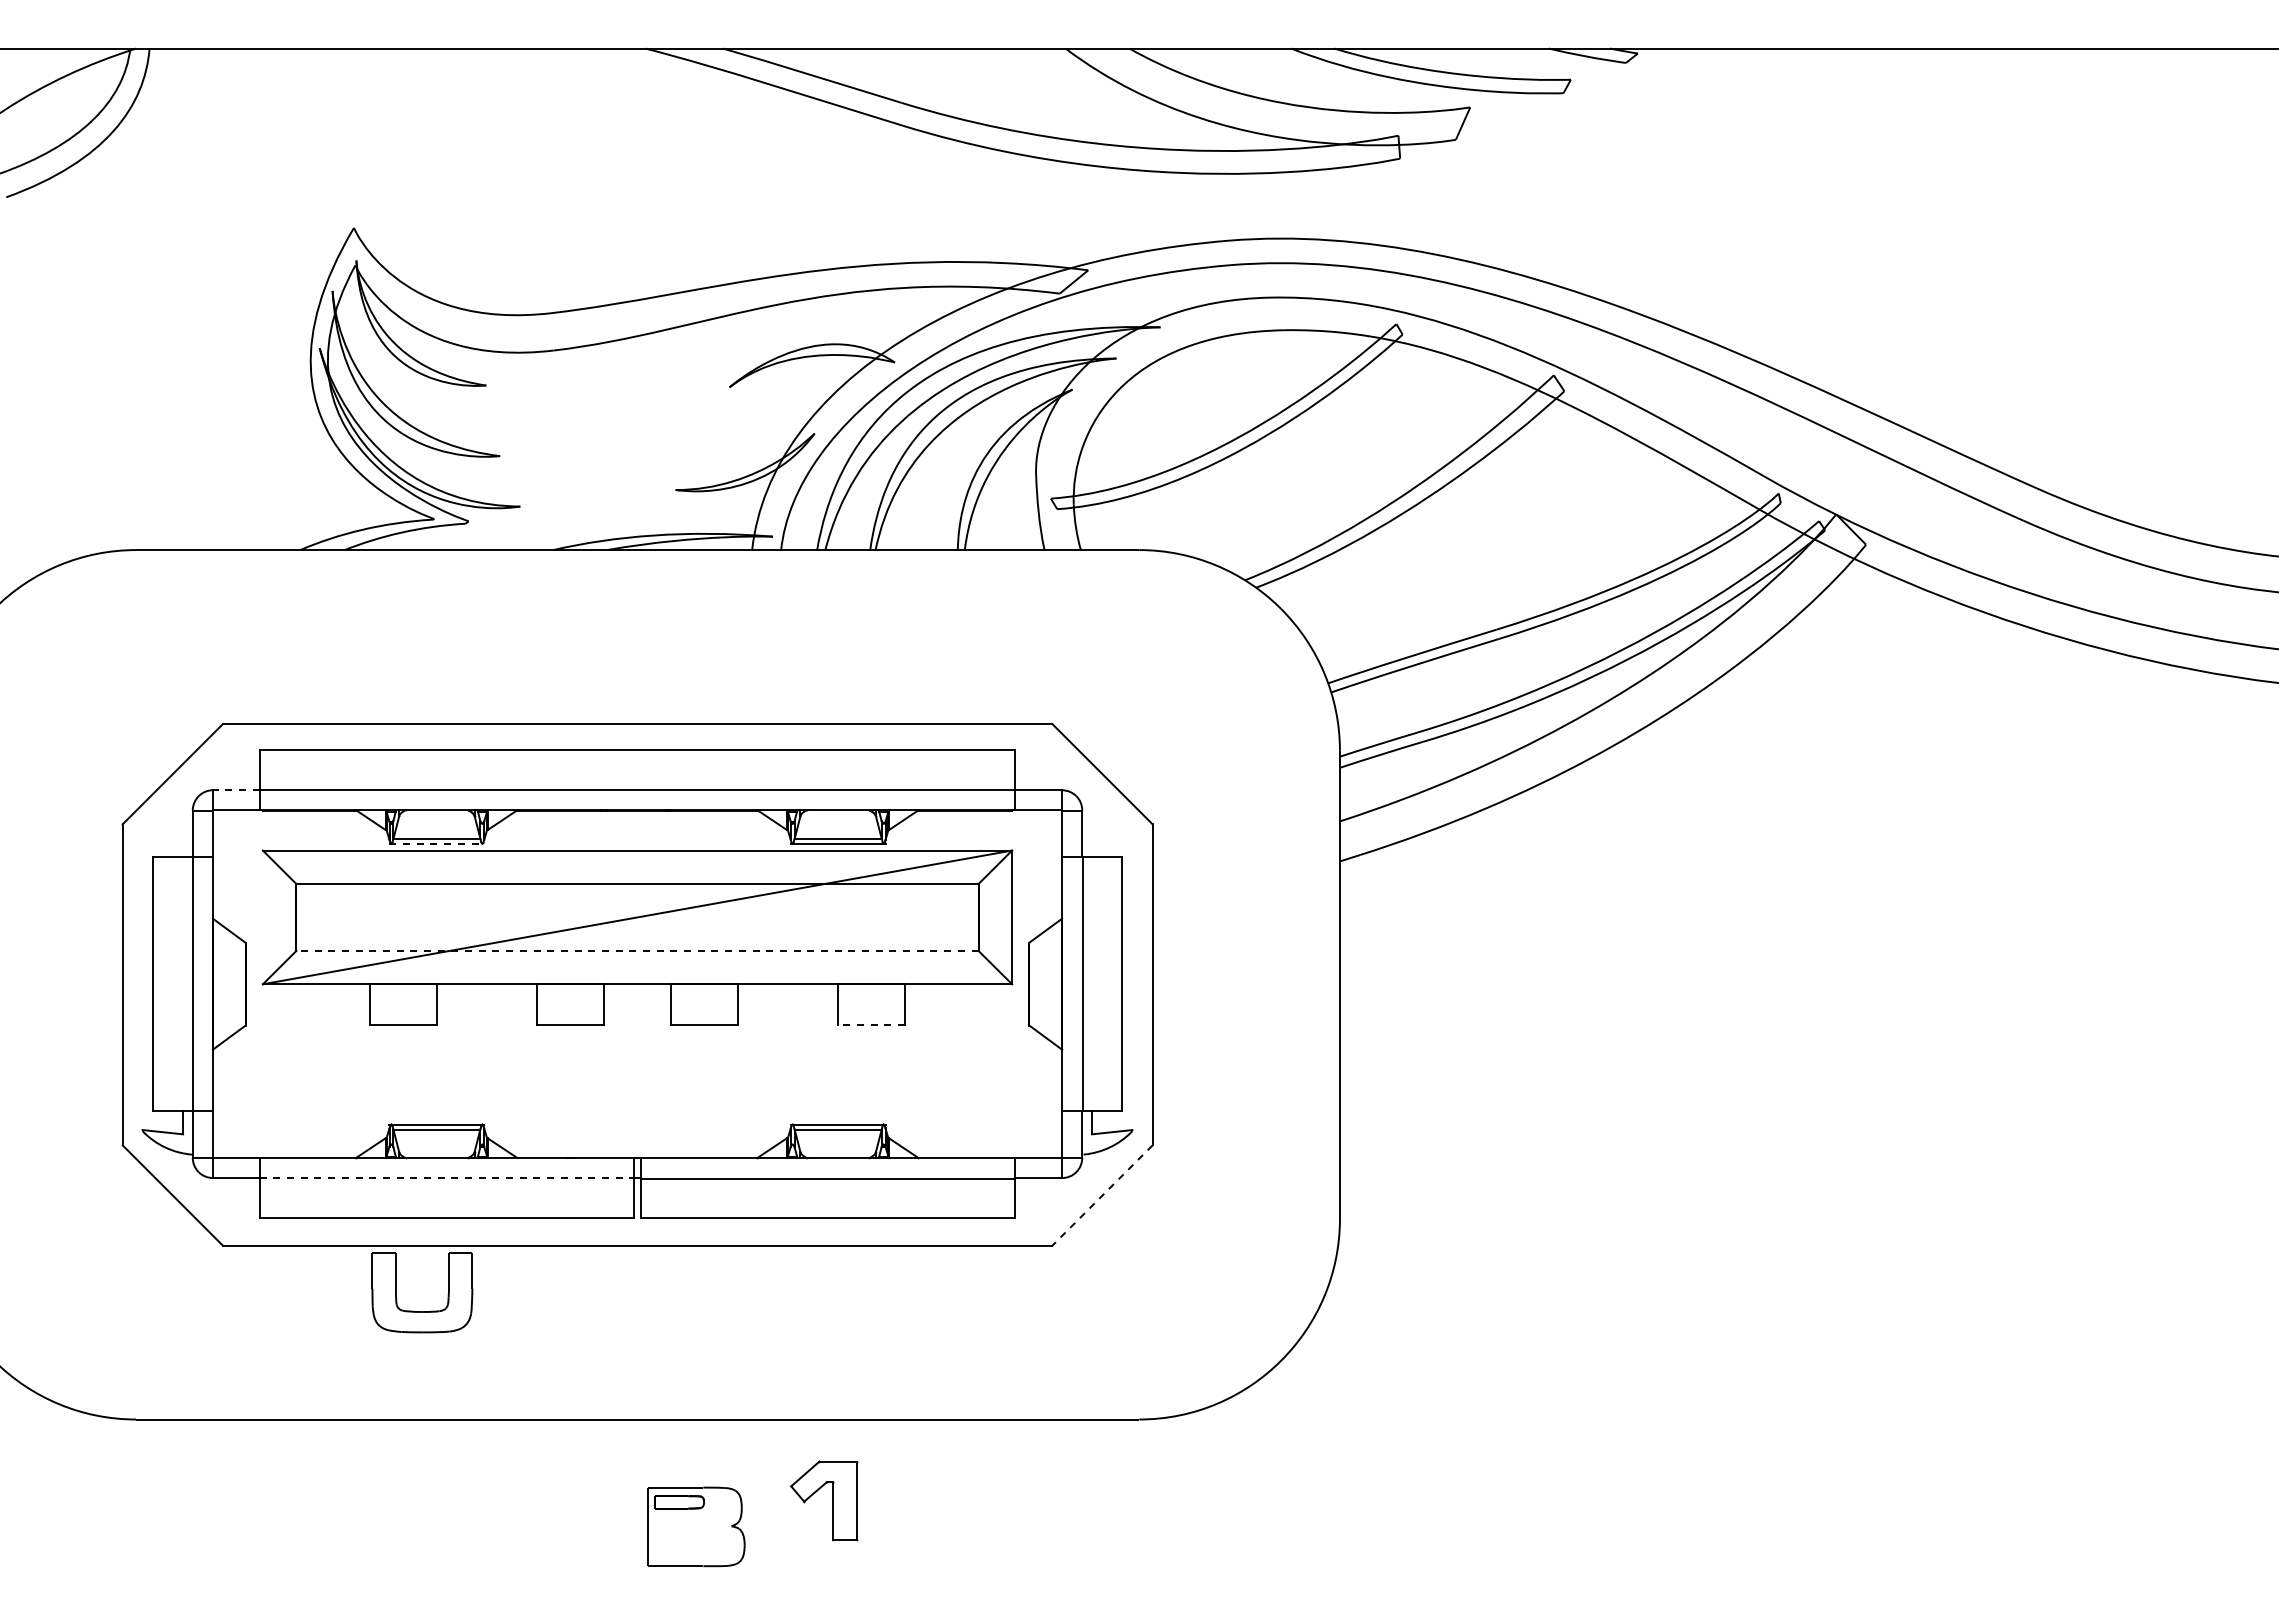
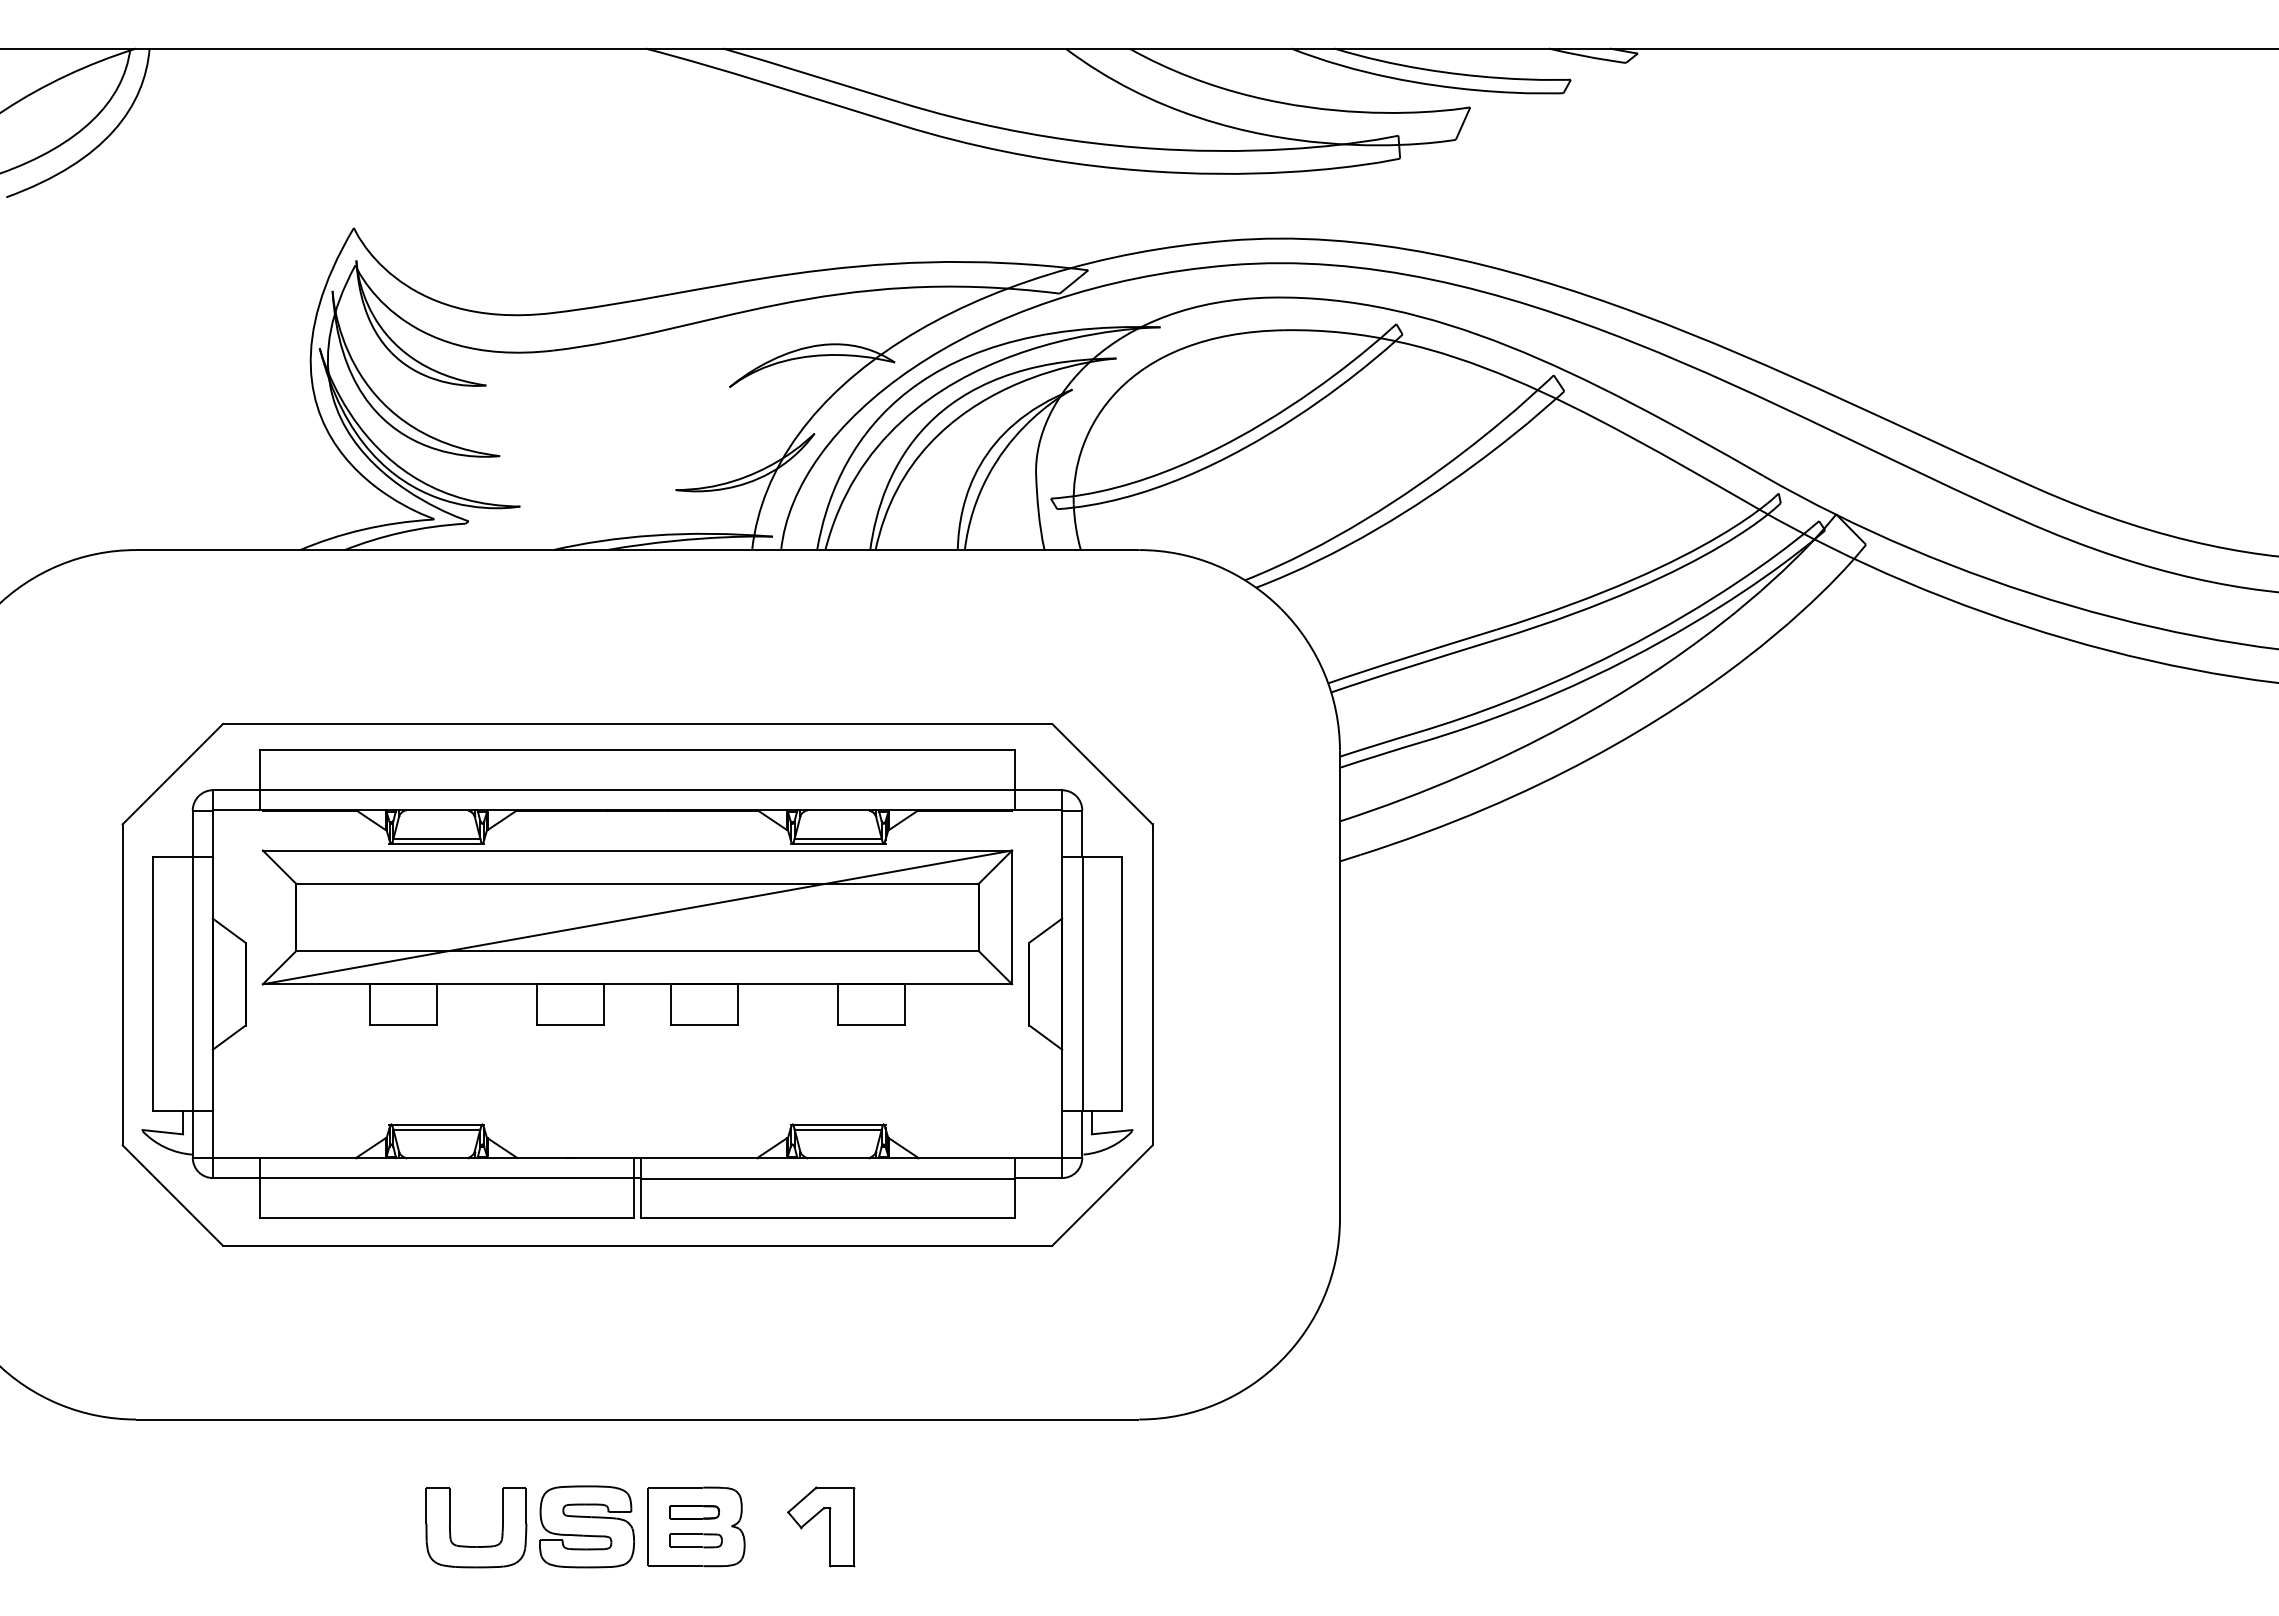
line at (235, 790): dashed -> solid
line at (437, 843): dashed -> solid
line at (636, 950): dashed -> solid
line at (871, 1025): dashed -> solid
line at (447, 1178): dashed -> solid
line at (1102, 1195): dashed -> solid
part at (422, 1311) position: (422, 1311) -> (476, 1546)
part at (832, 1500) position: (832, 1500) -> (829, 1526)
part at (679, 1502) position: (679, 1502) -> (694, 1512)
part at (586, 1526): none -> present
part at (695, 1540): none -> present
